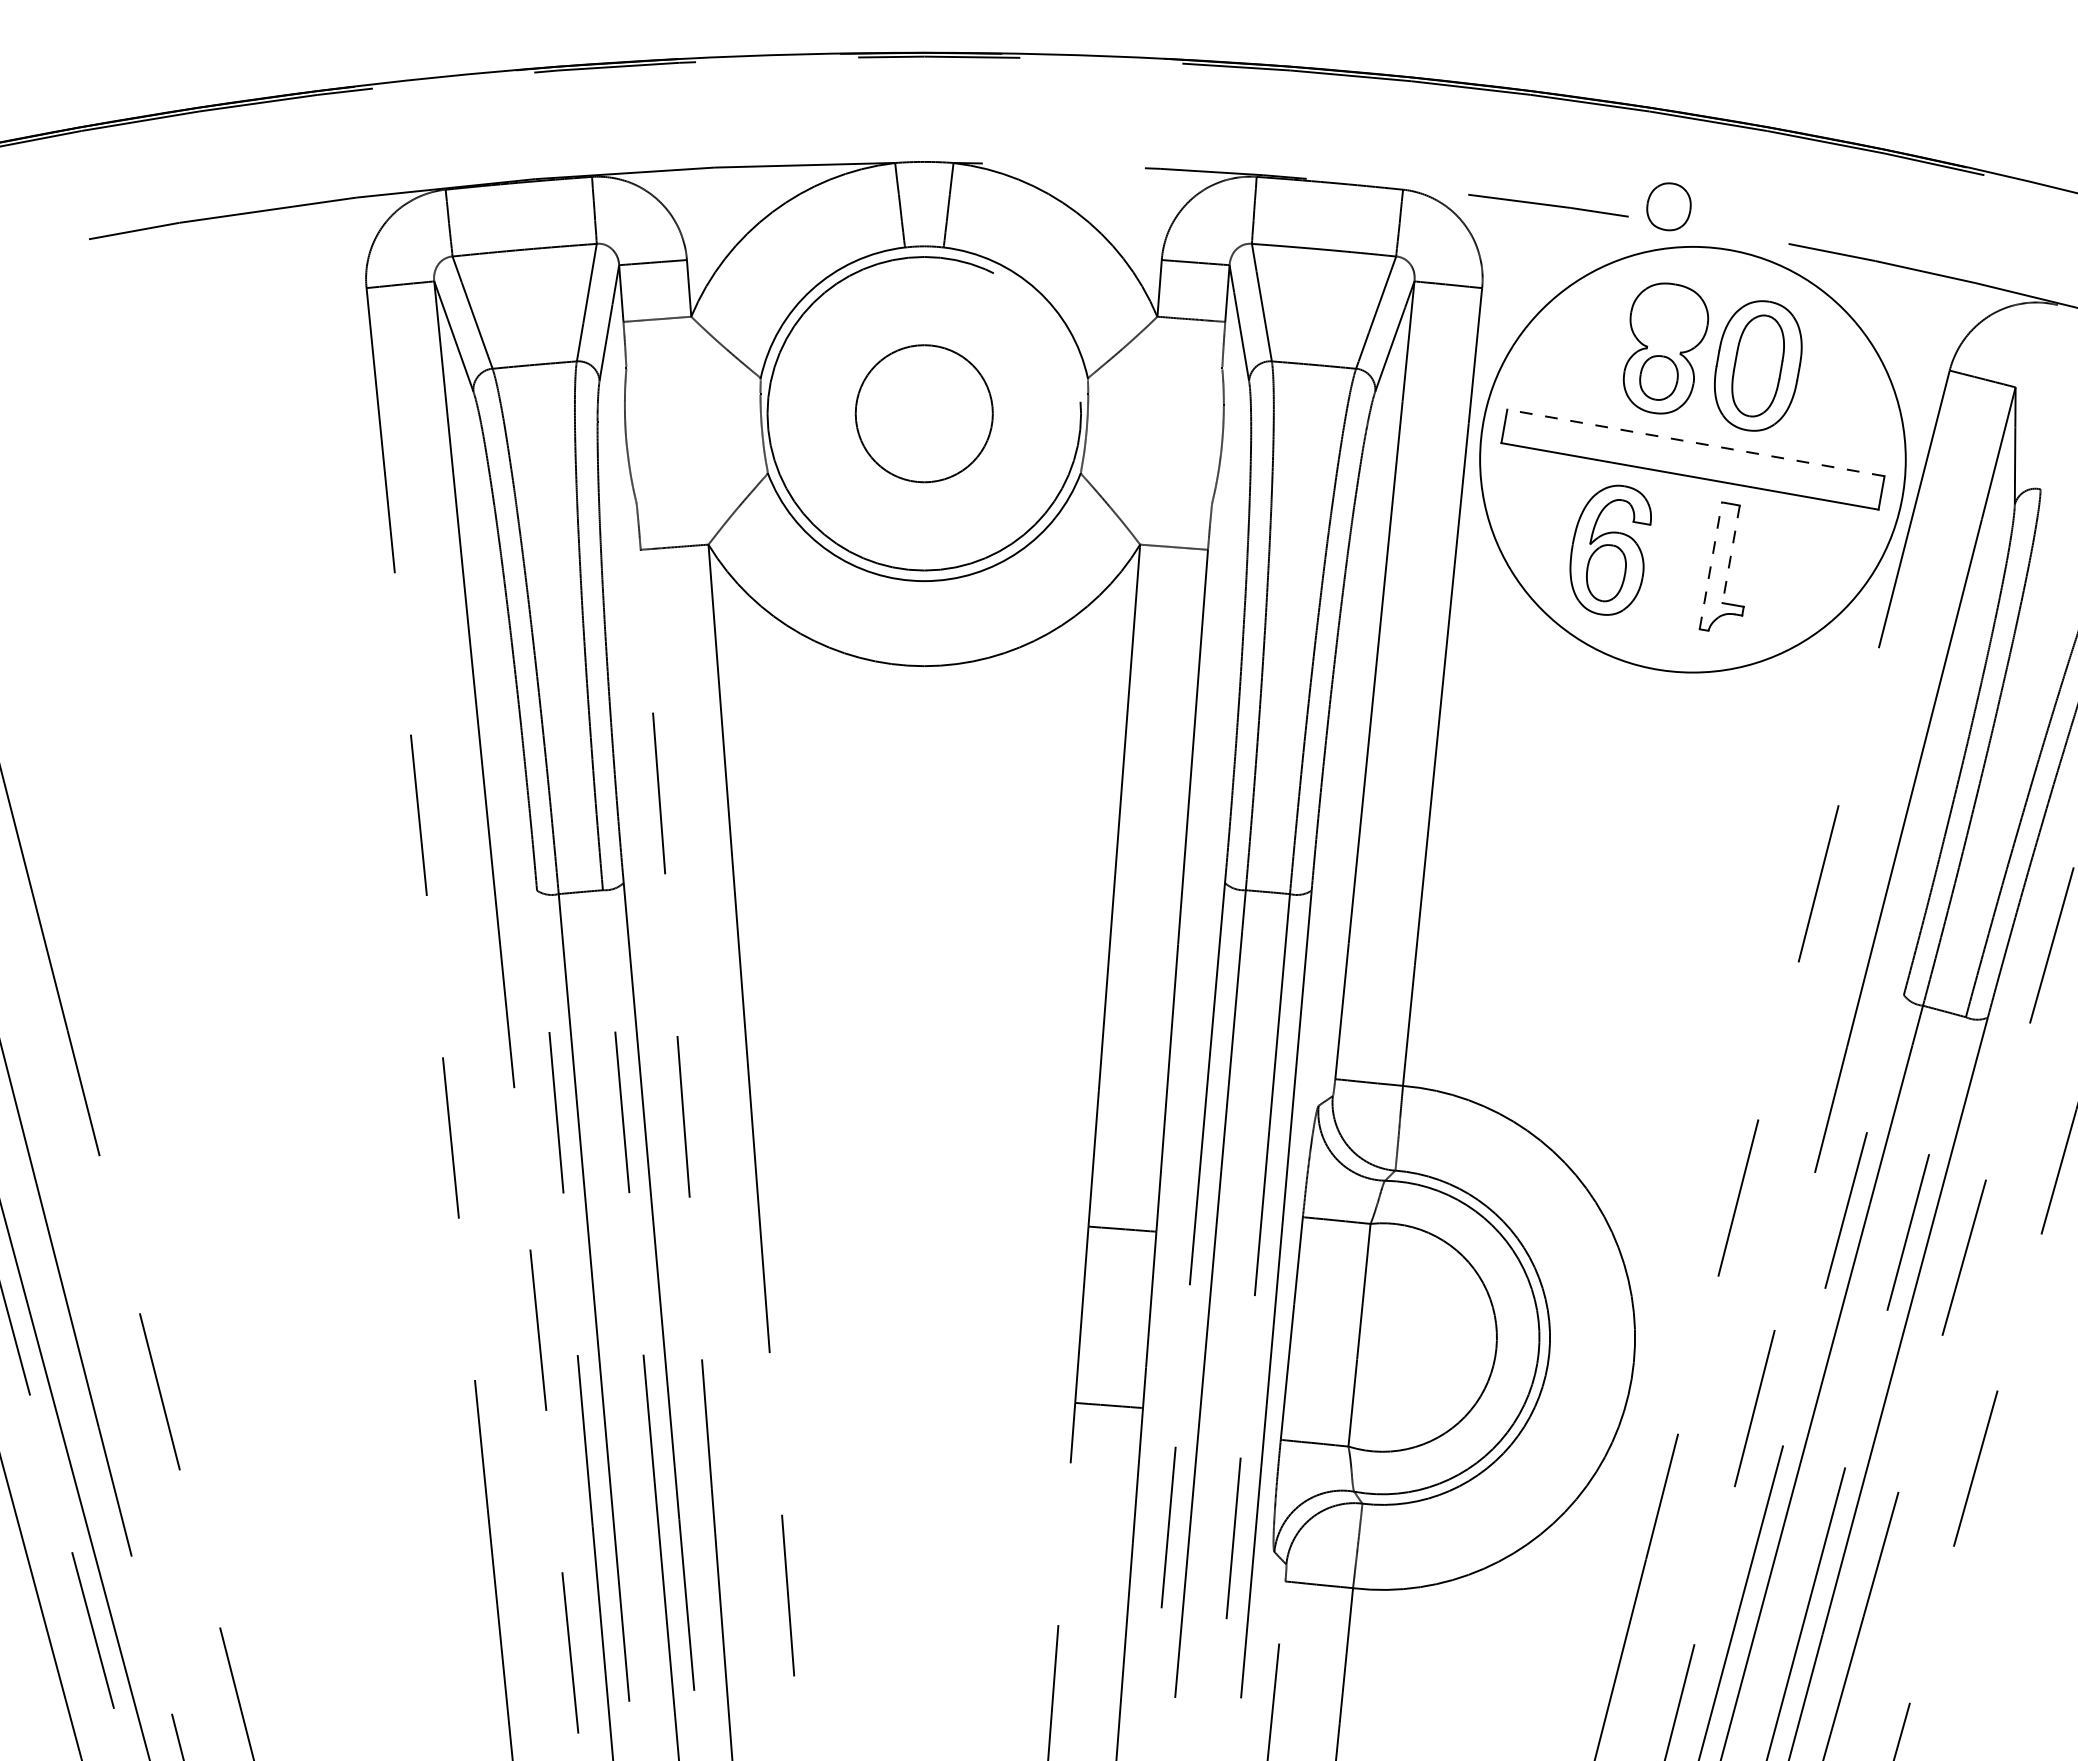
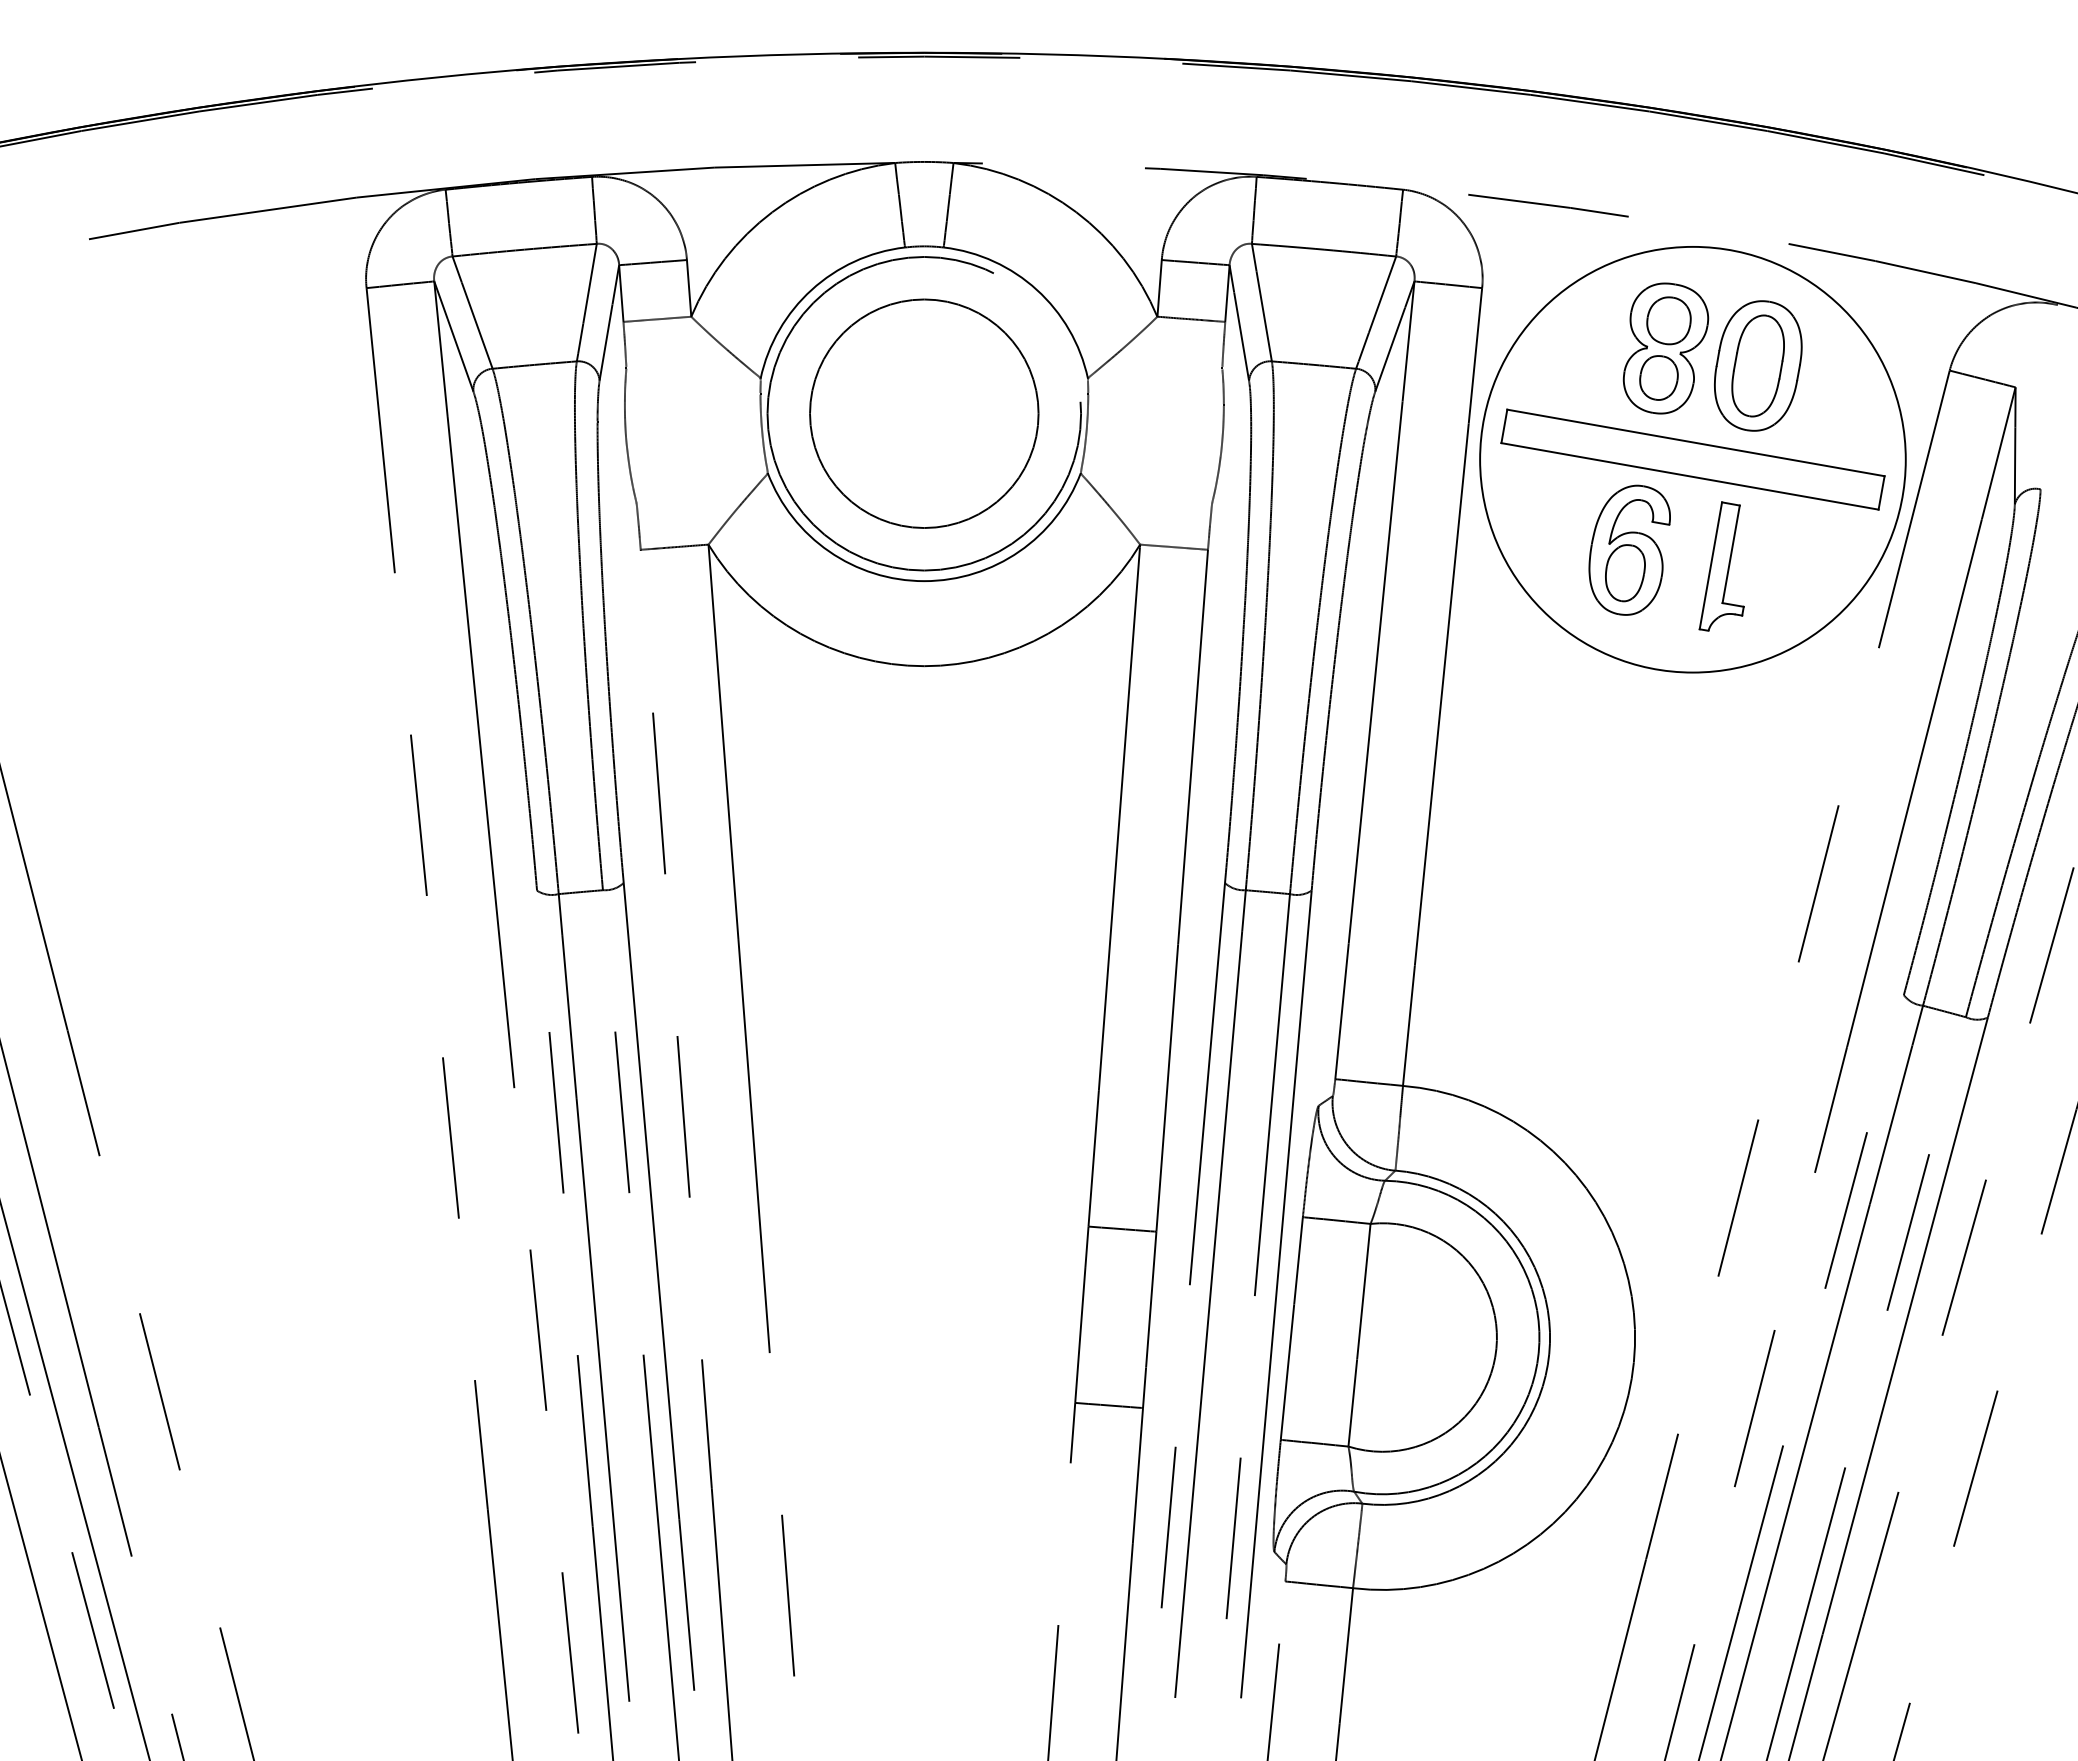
part at (1668, 206) position: (1668, 206) -> (1668, 320)
circle at (923, 413) diameter: 137 px -> 229 px
line at (1695, 442): dashed -> solid
part at (1610, 549) position: (1610, 549) -> (1629, 549)
line at (1731, 554): dashed -> solid
line at (1710, 565): dashed -> solid
